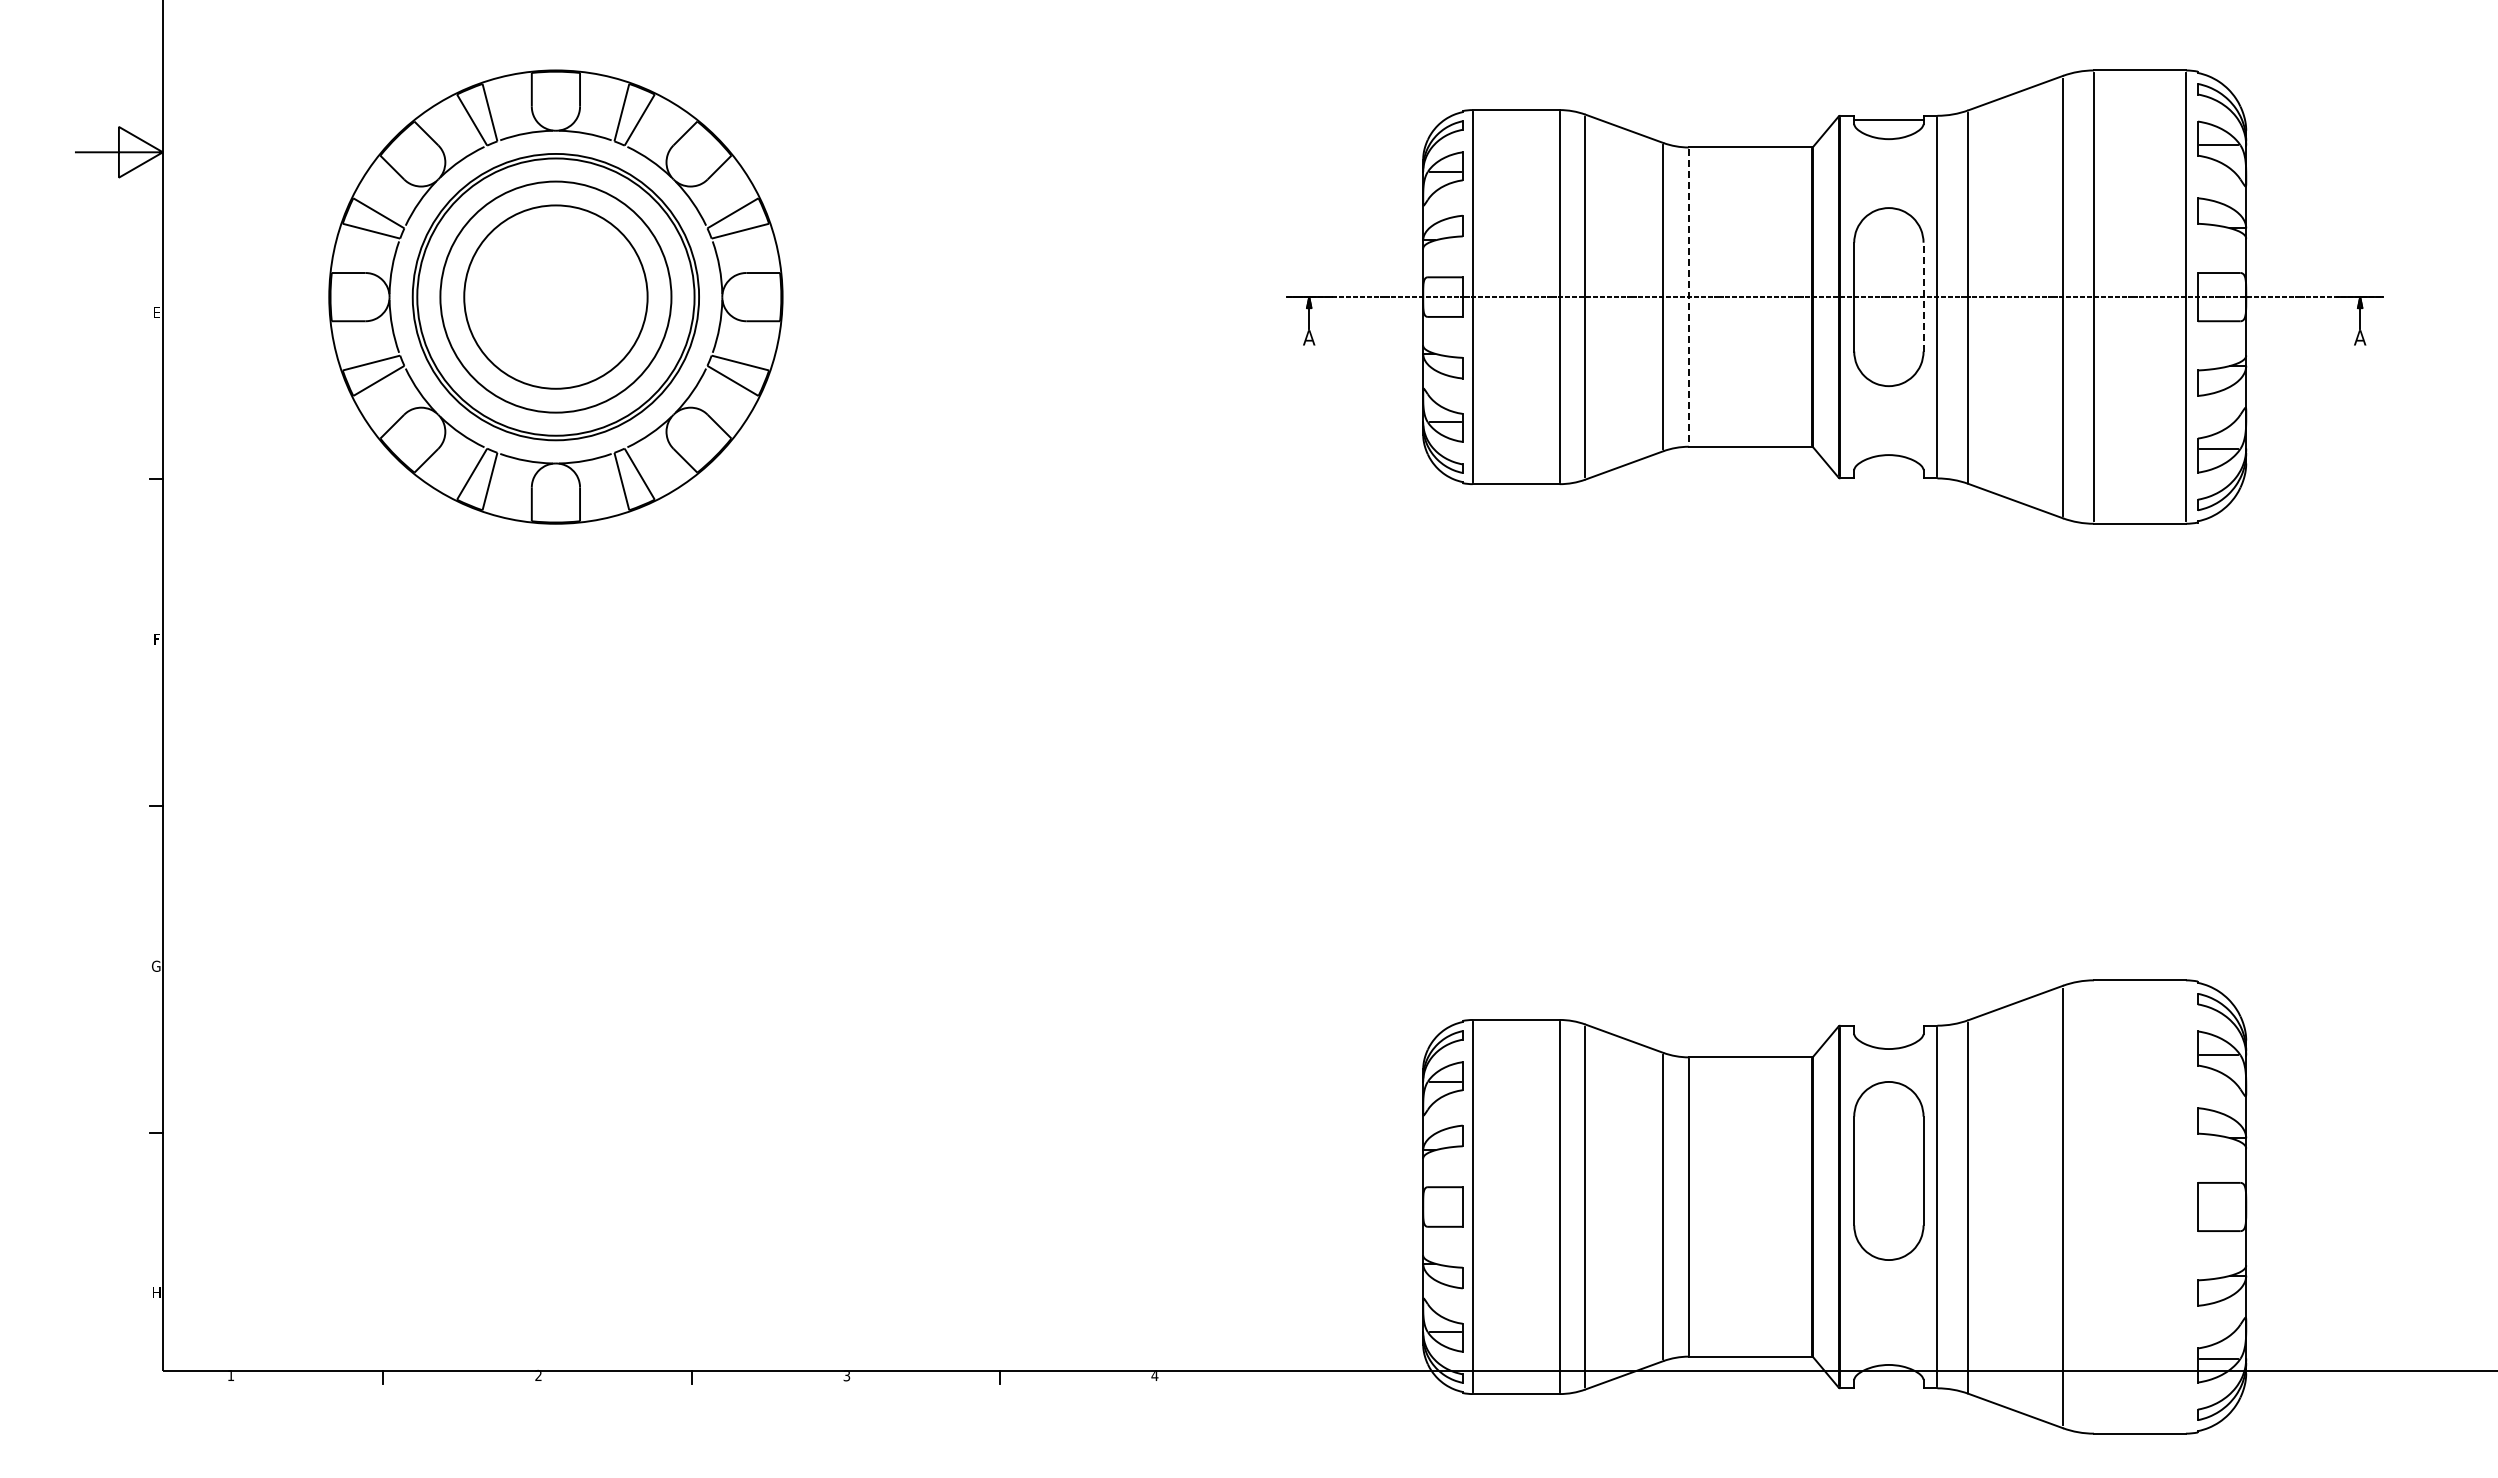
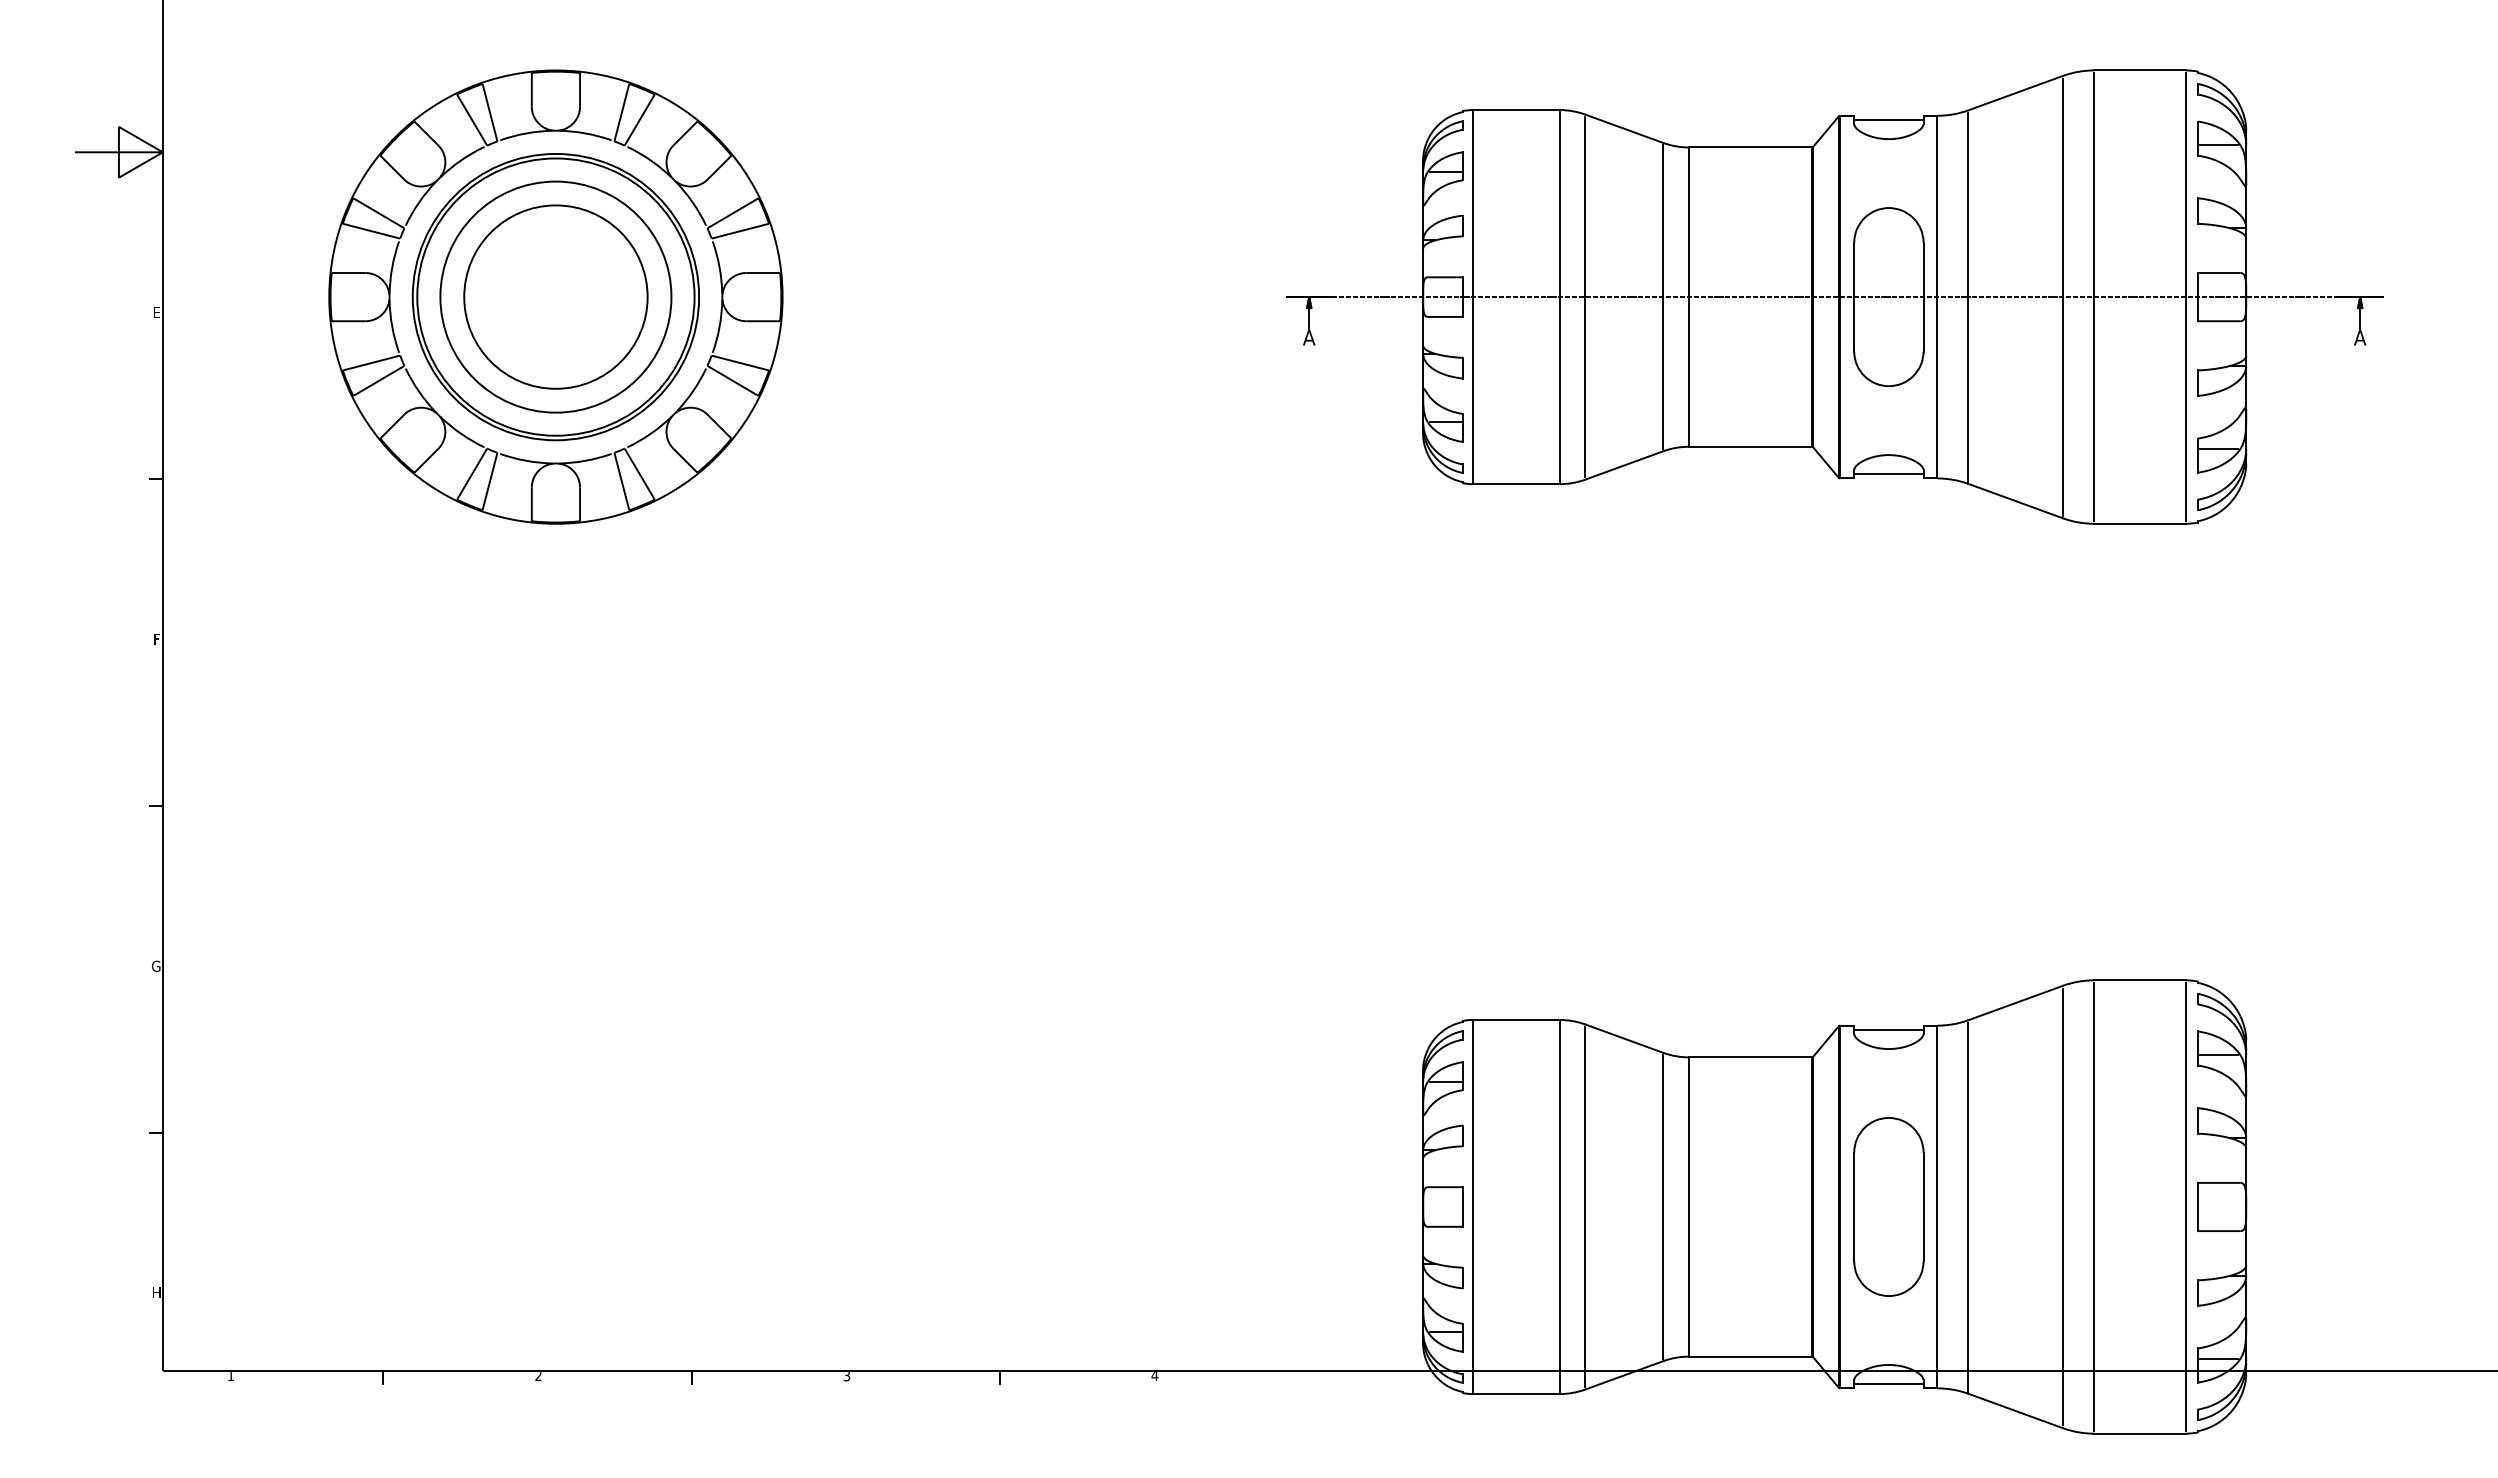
line at (1923, 296): dashed -> solid
line at (1688, 297): dashed -> solid
line at (1888, 473): none -> present
line at (1888, 1030): none -> present
part at (1888, 1170) position: (1888, 1170) -> (1888, 1206)
line at (2093, 1206): none -> present
line at (2185, 1206): none -> present
line at (1888, 1383): none -> present
